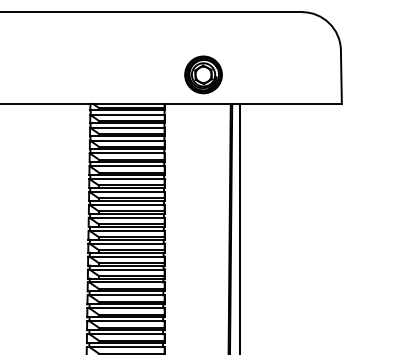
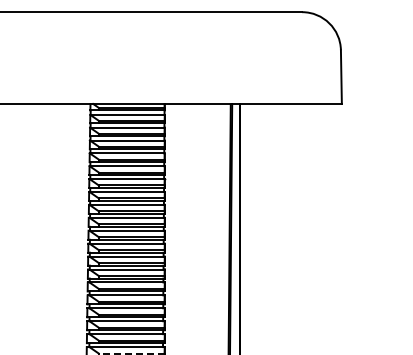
part at (203, 74): present -> none
line at (131, 353): solid -> dashed
